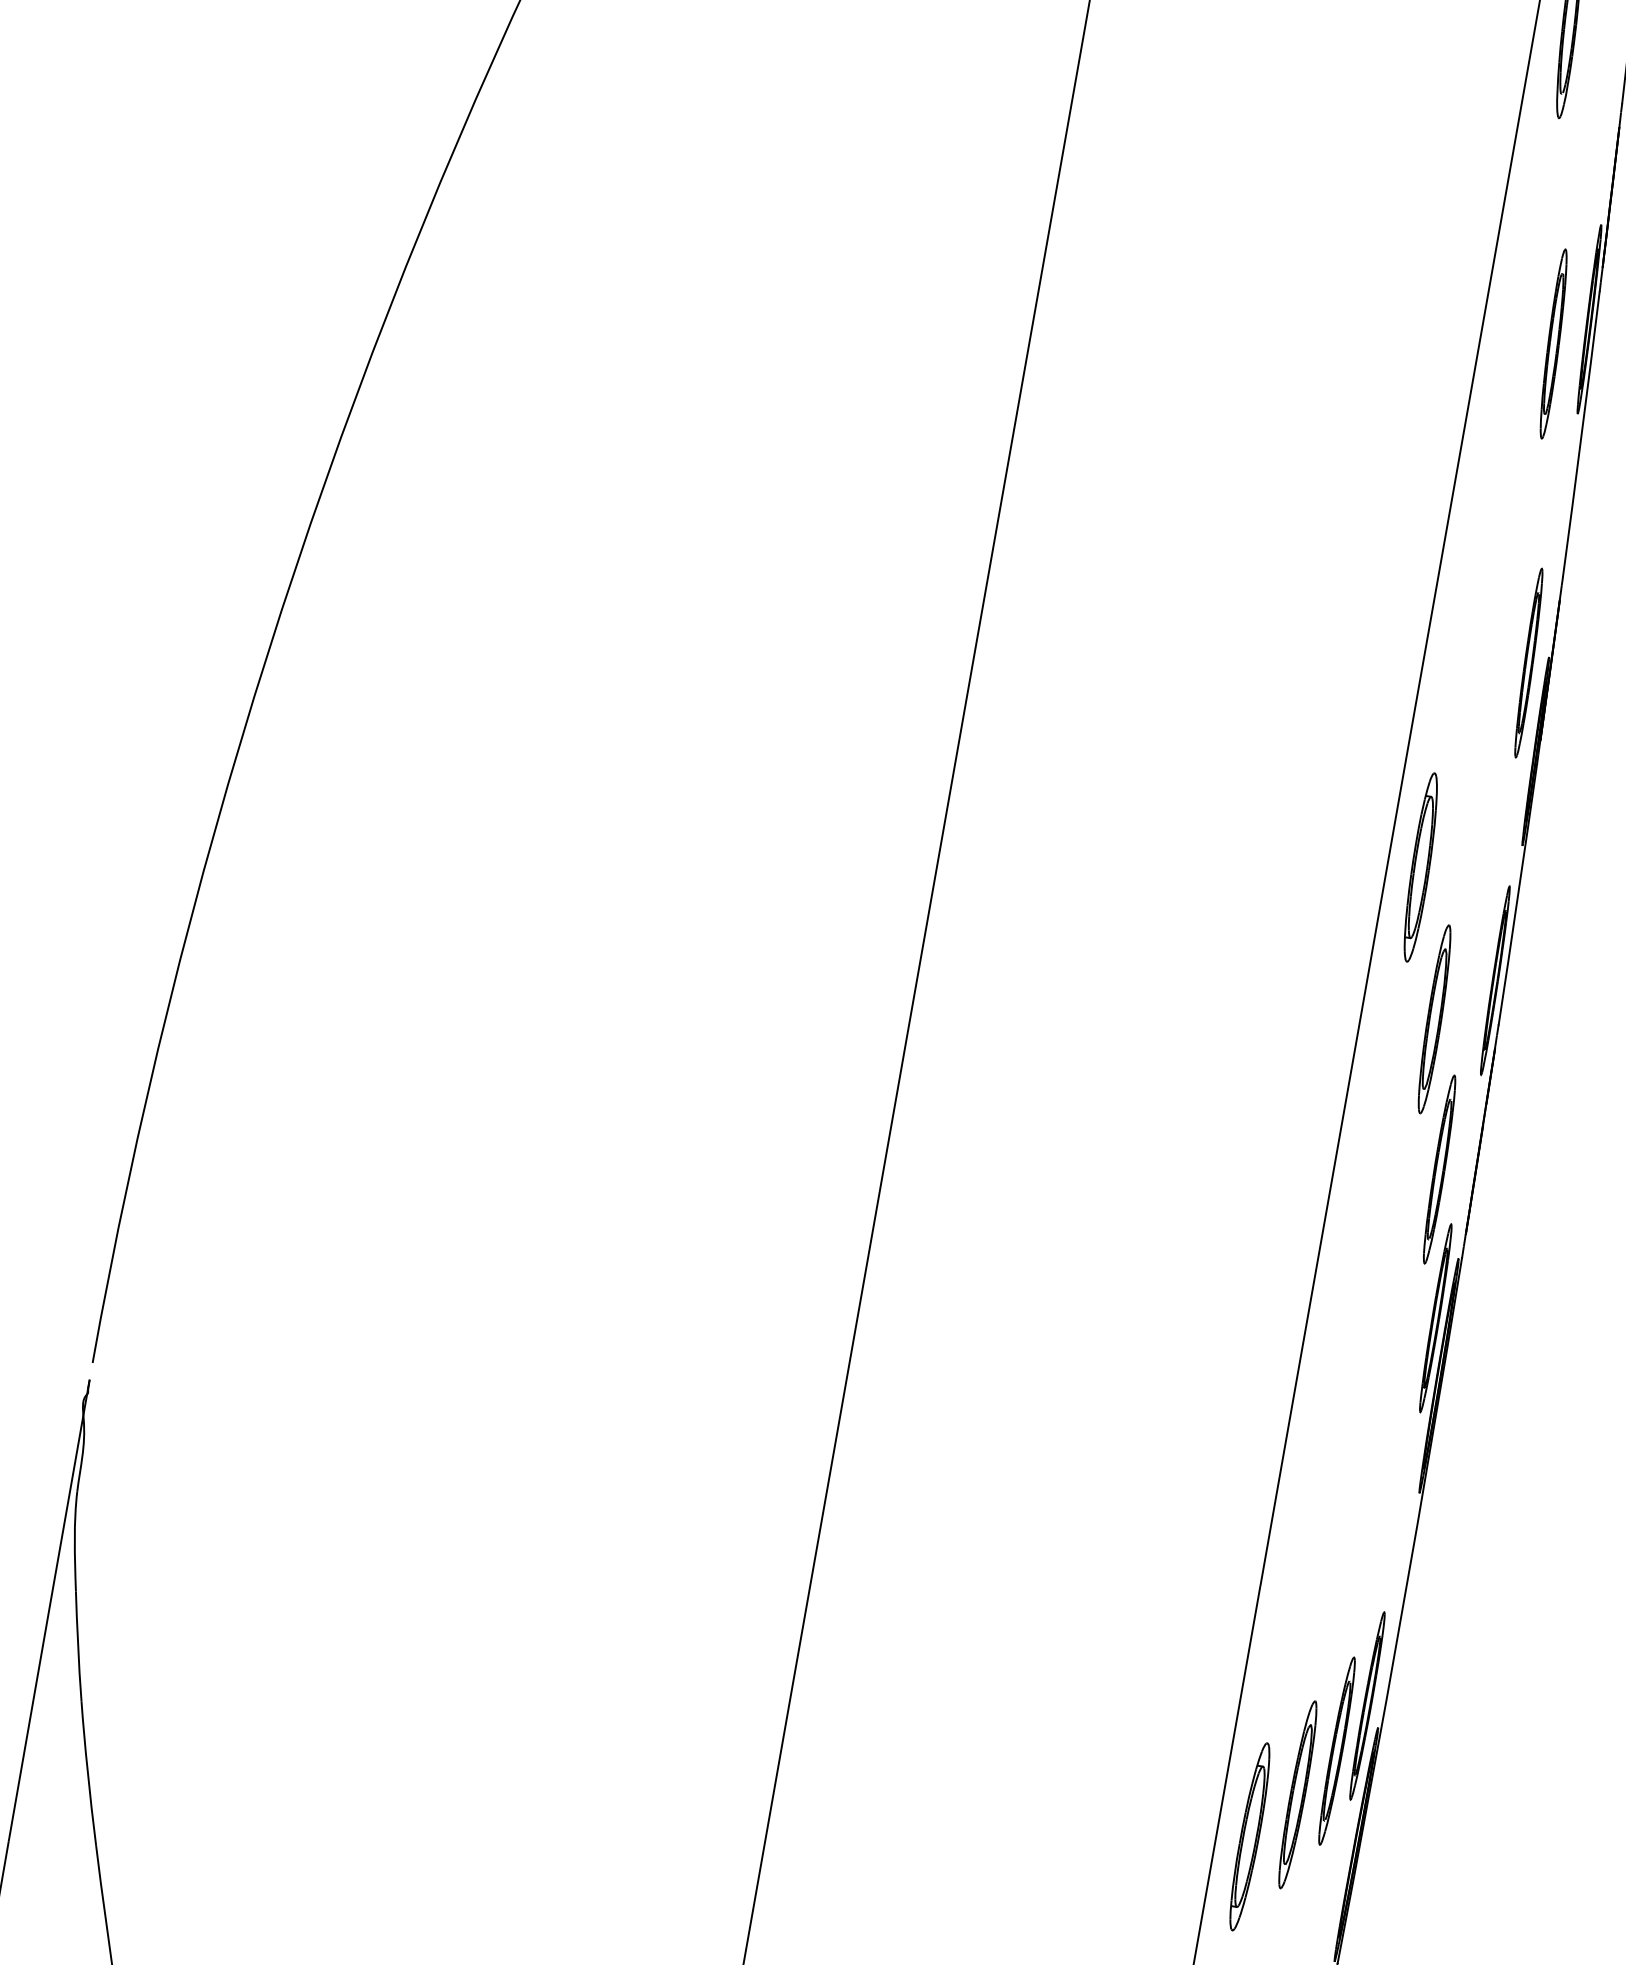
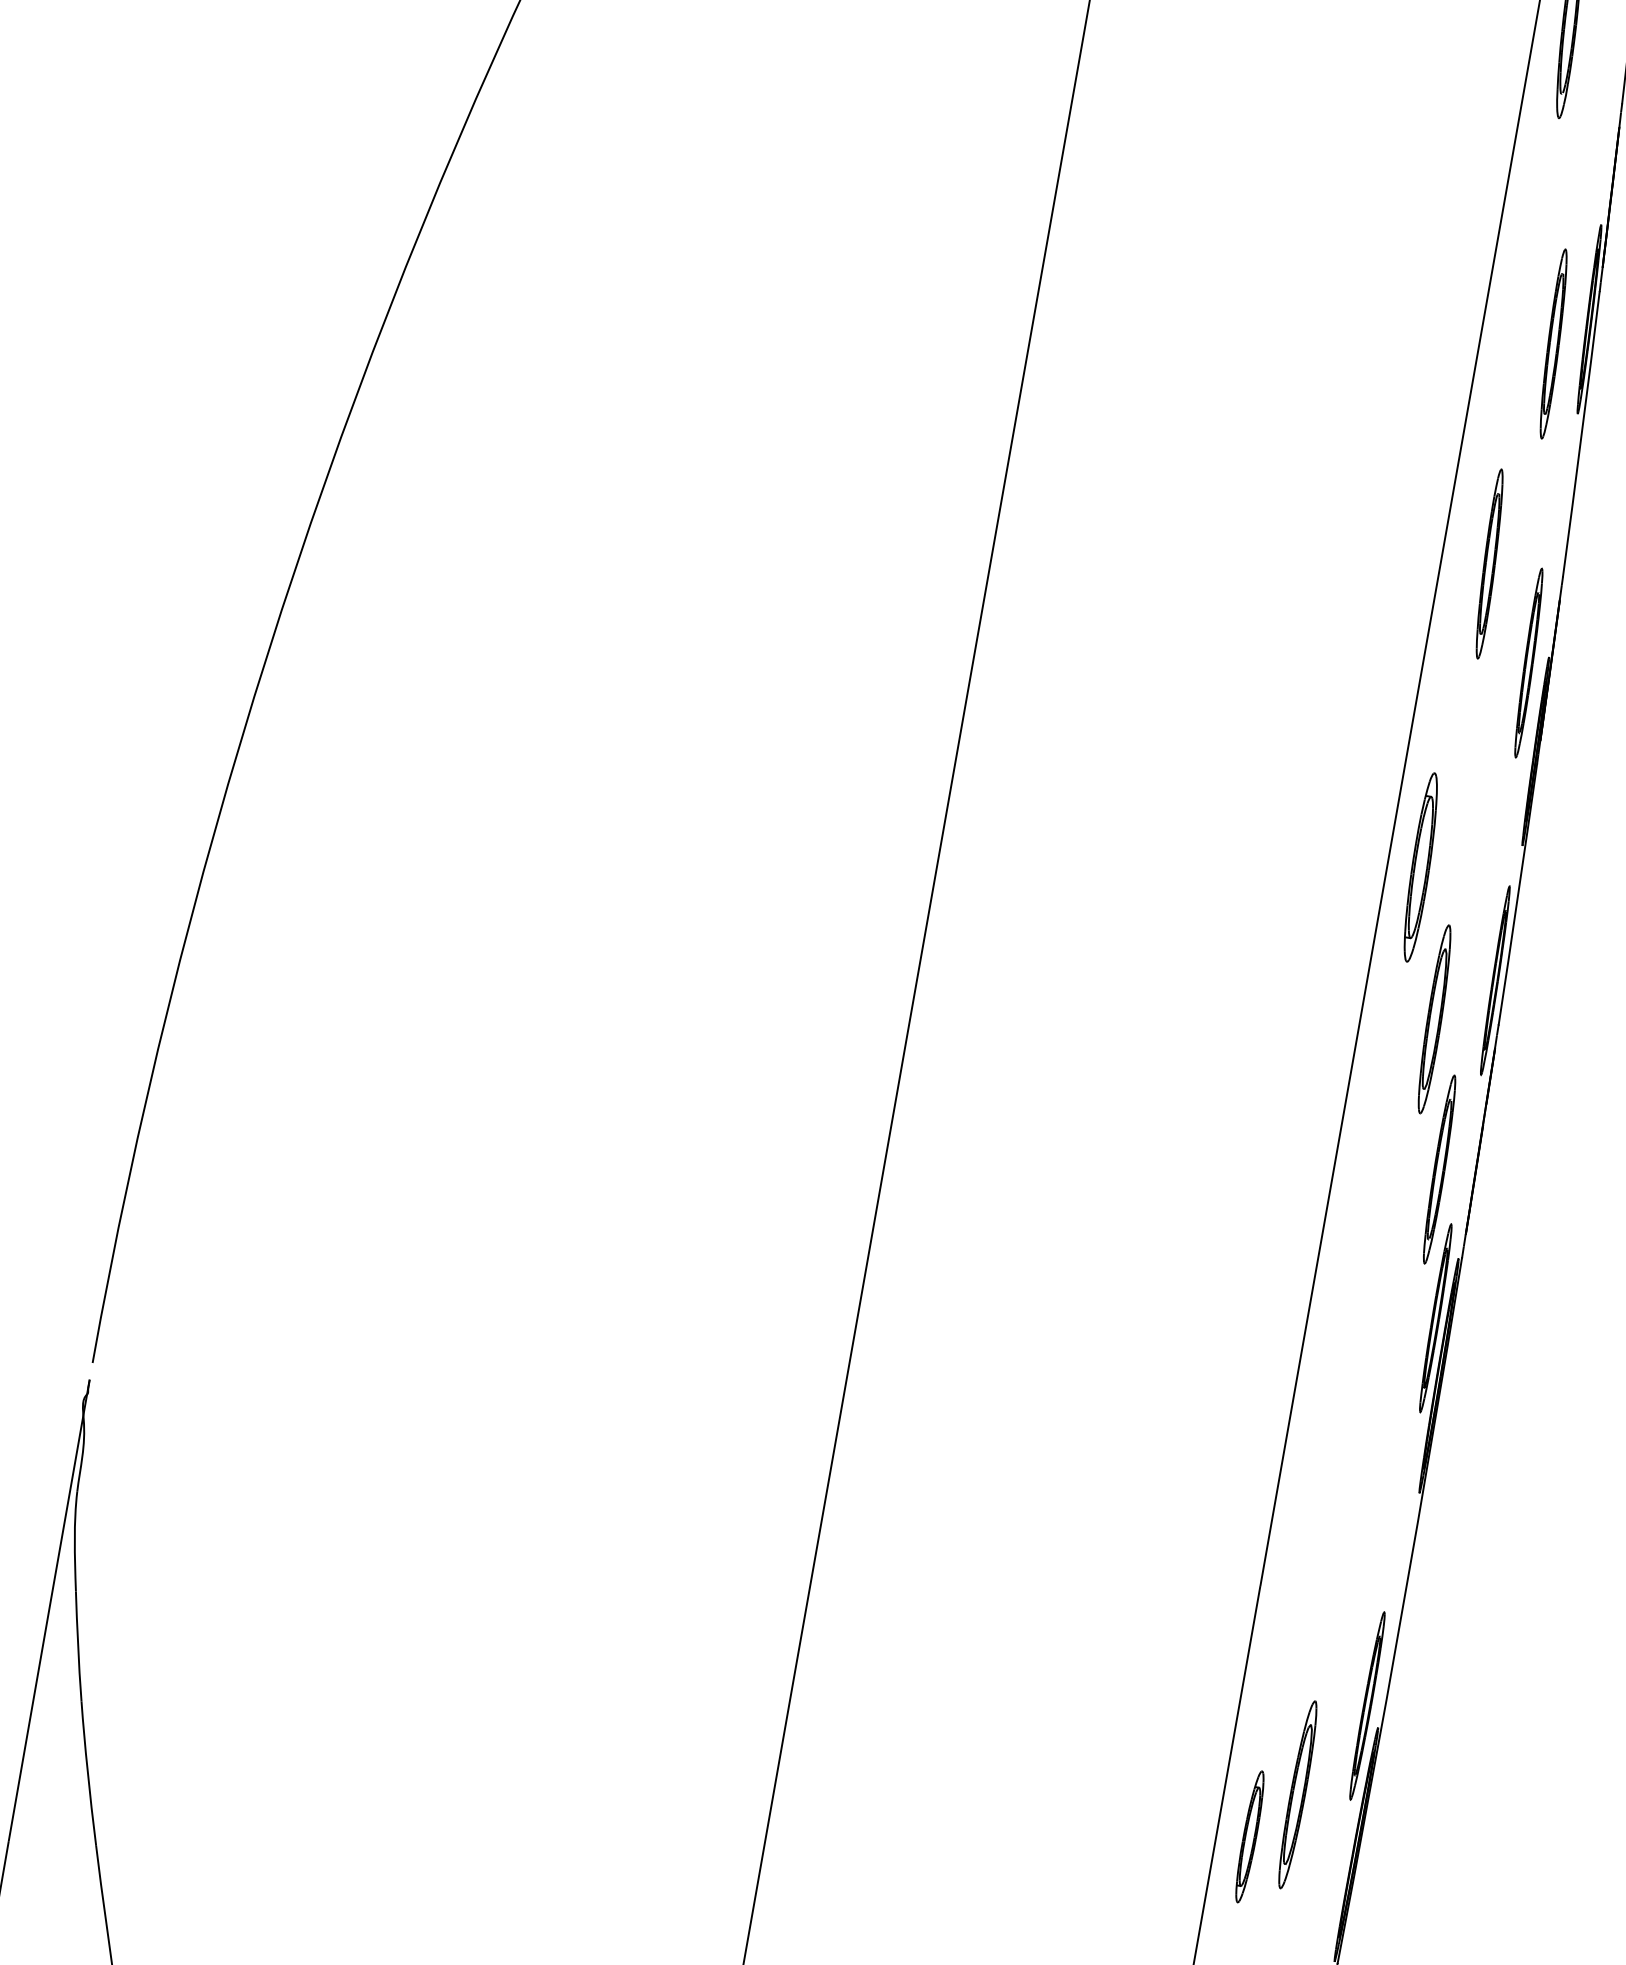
part at (1489, 563): none -> present
part at (1336, 1750): present -> none
part at (1249, 1836) size: 42x190 px -> 30x134 px
